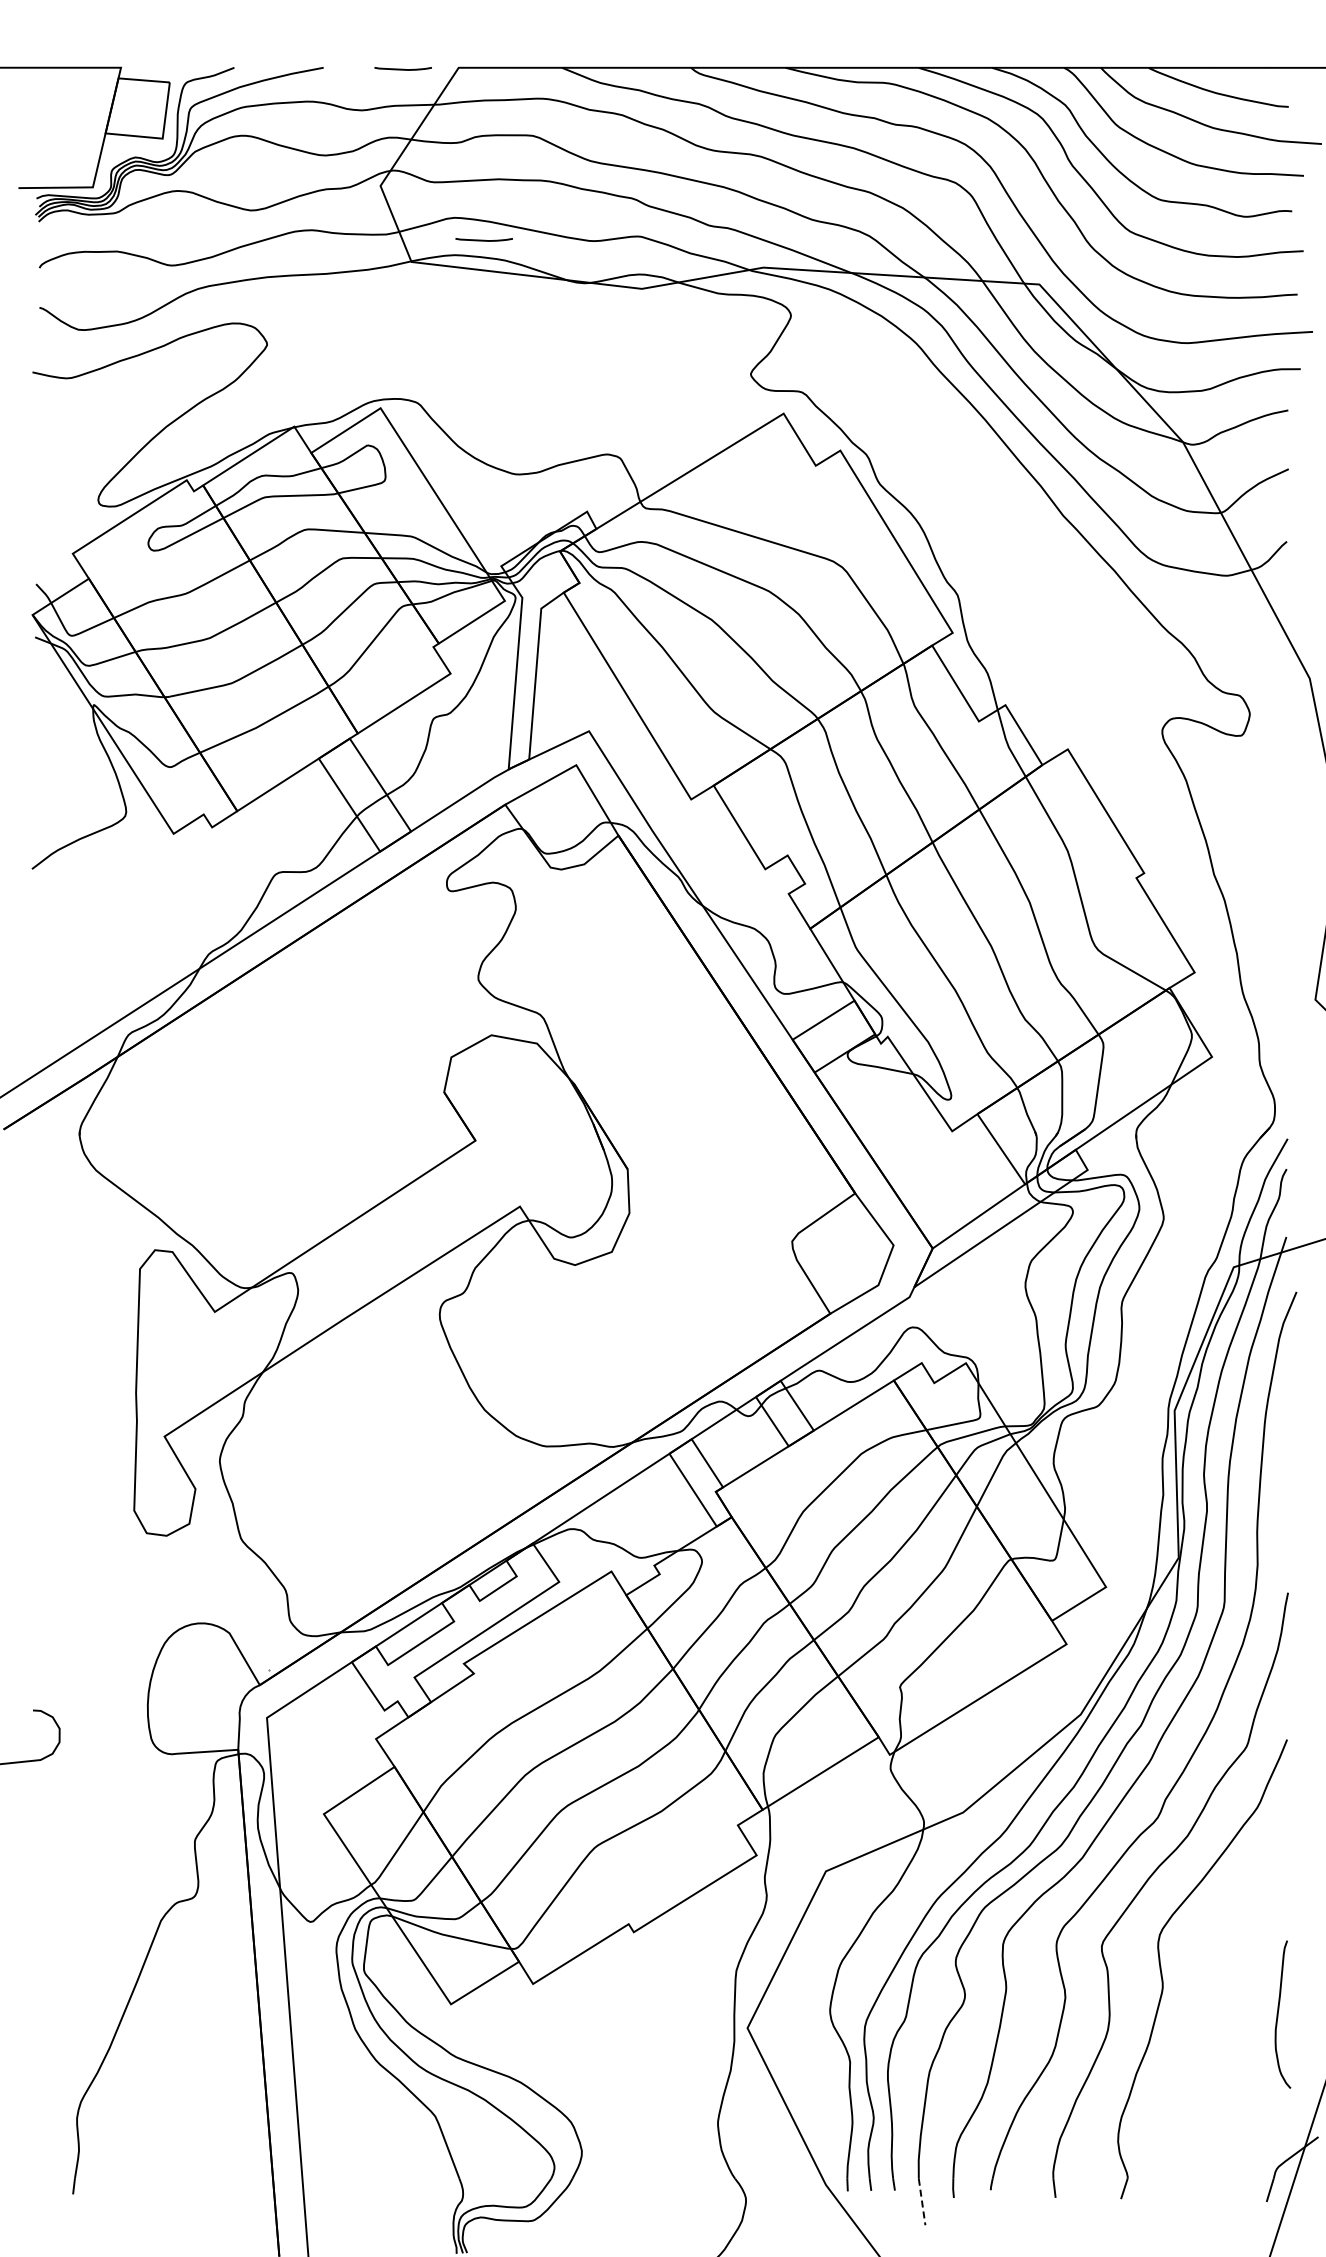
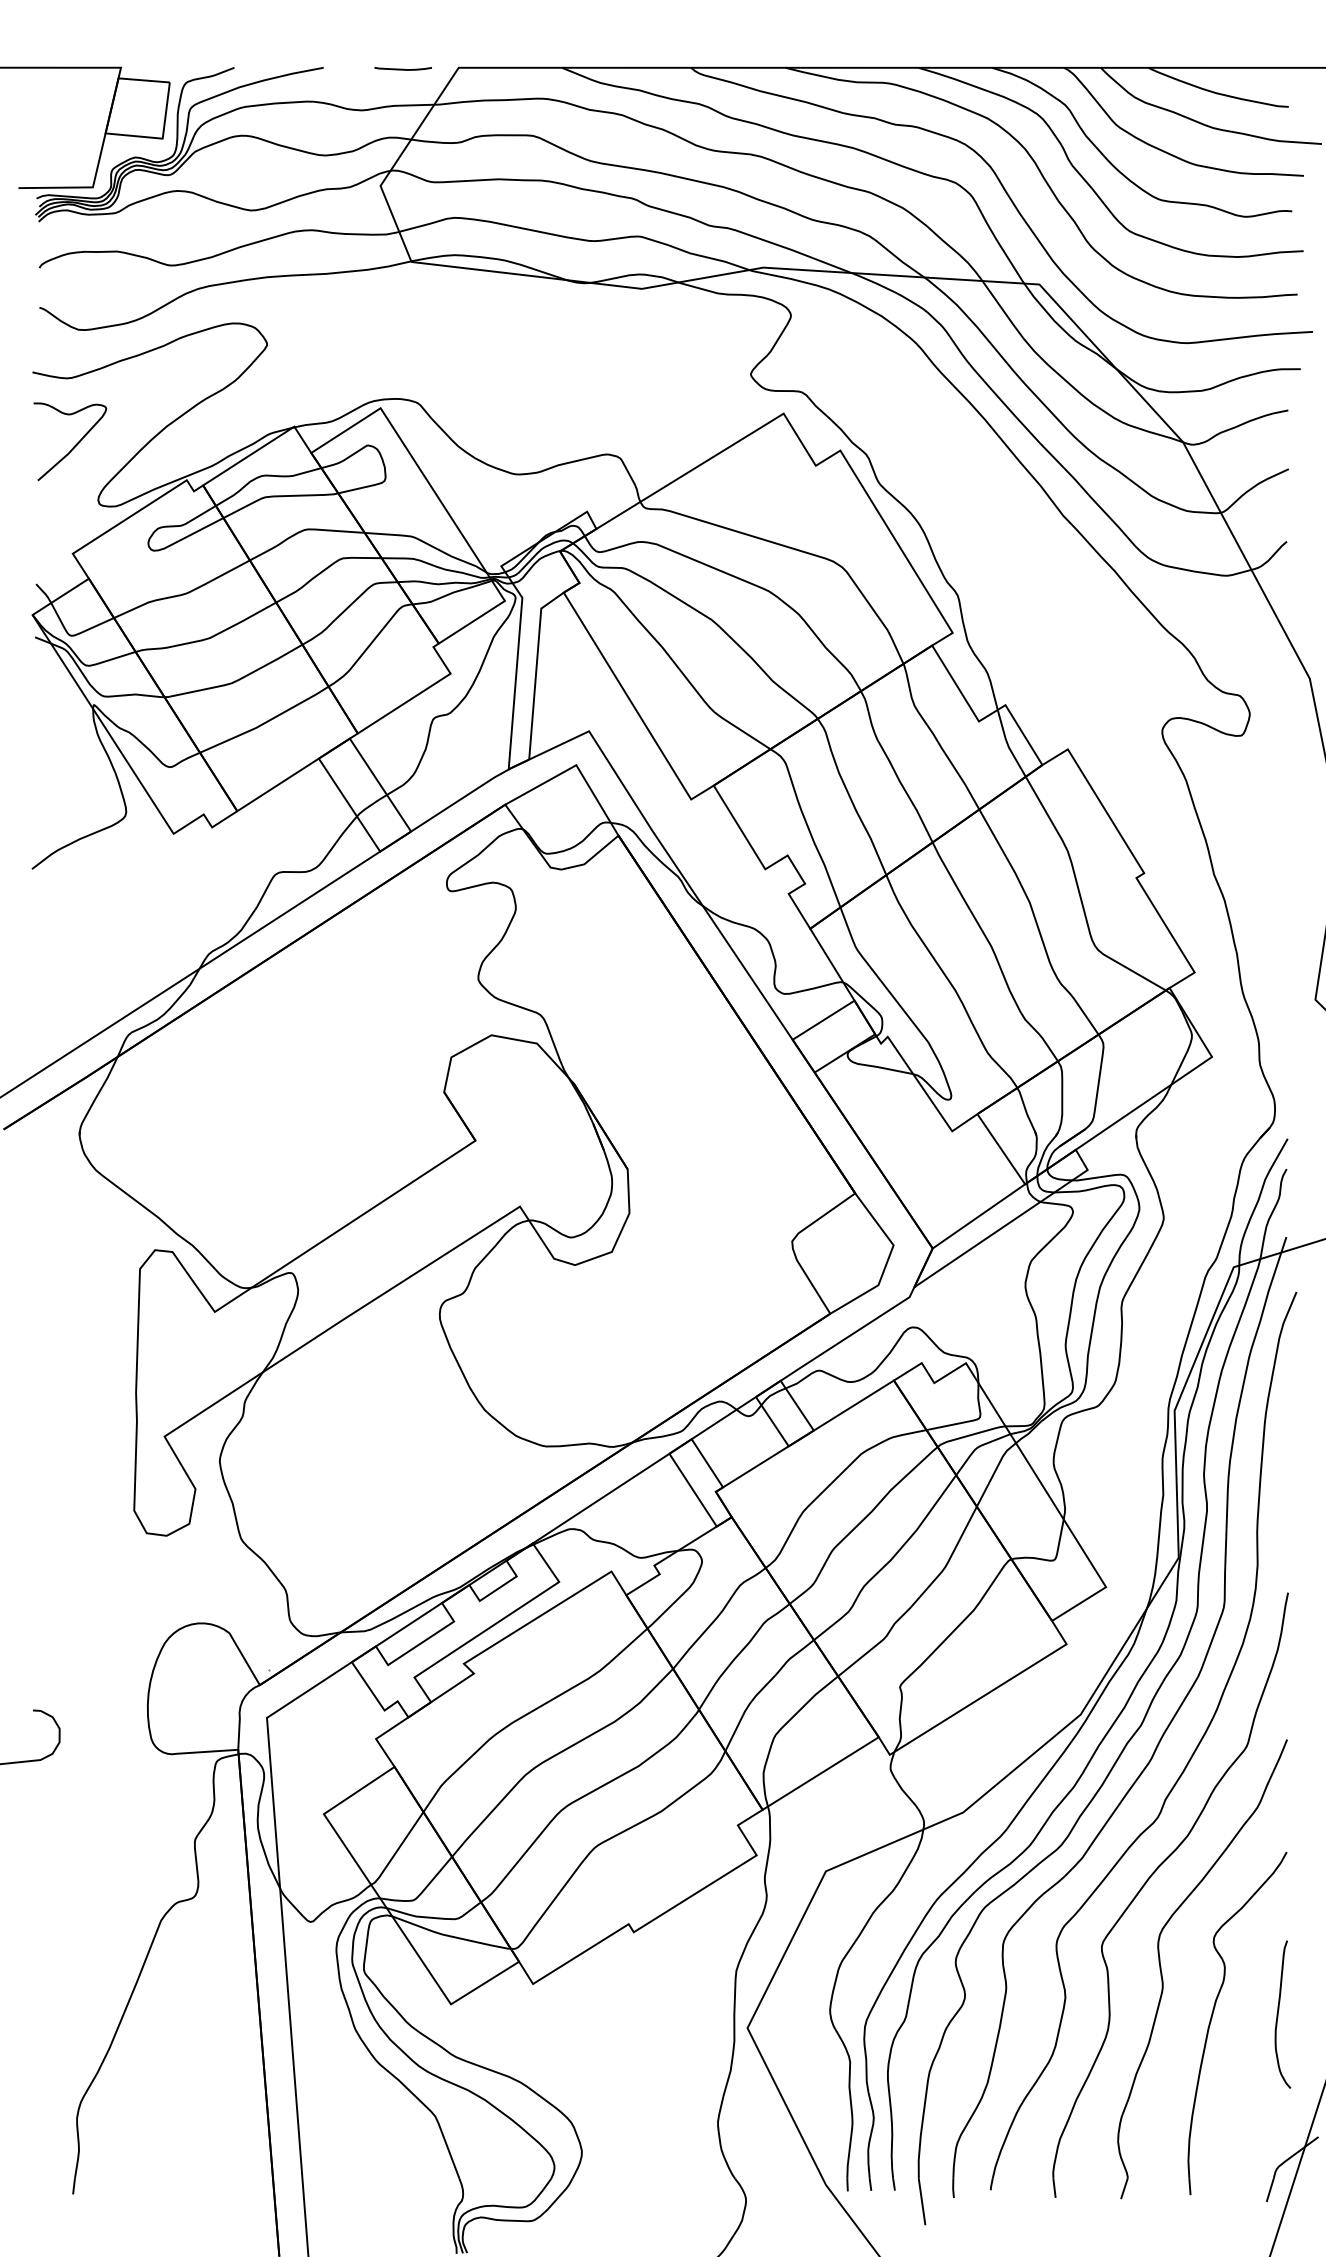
curve at (483, 239): present -> none
curve at (74, 445): none -> present
part at (1212, 2018): none -> present
line at (922, 2202): dashed -> solid
